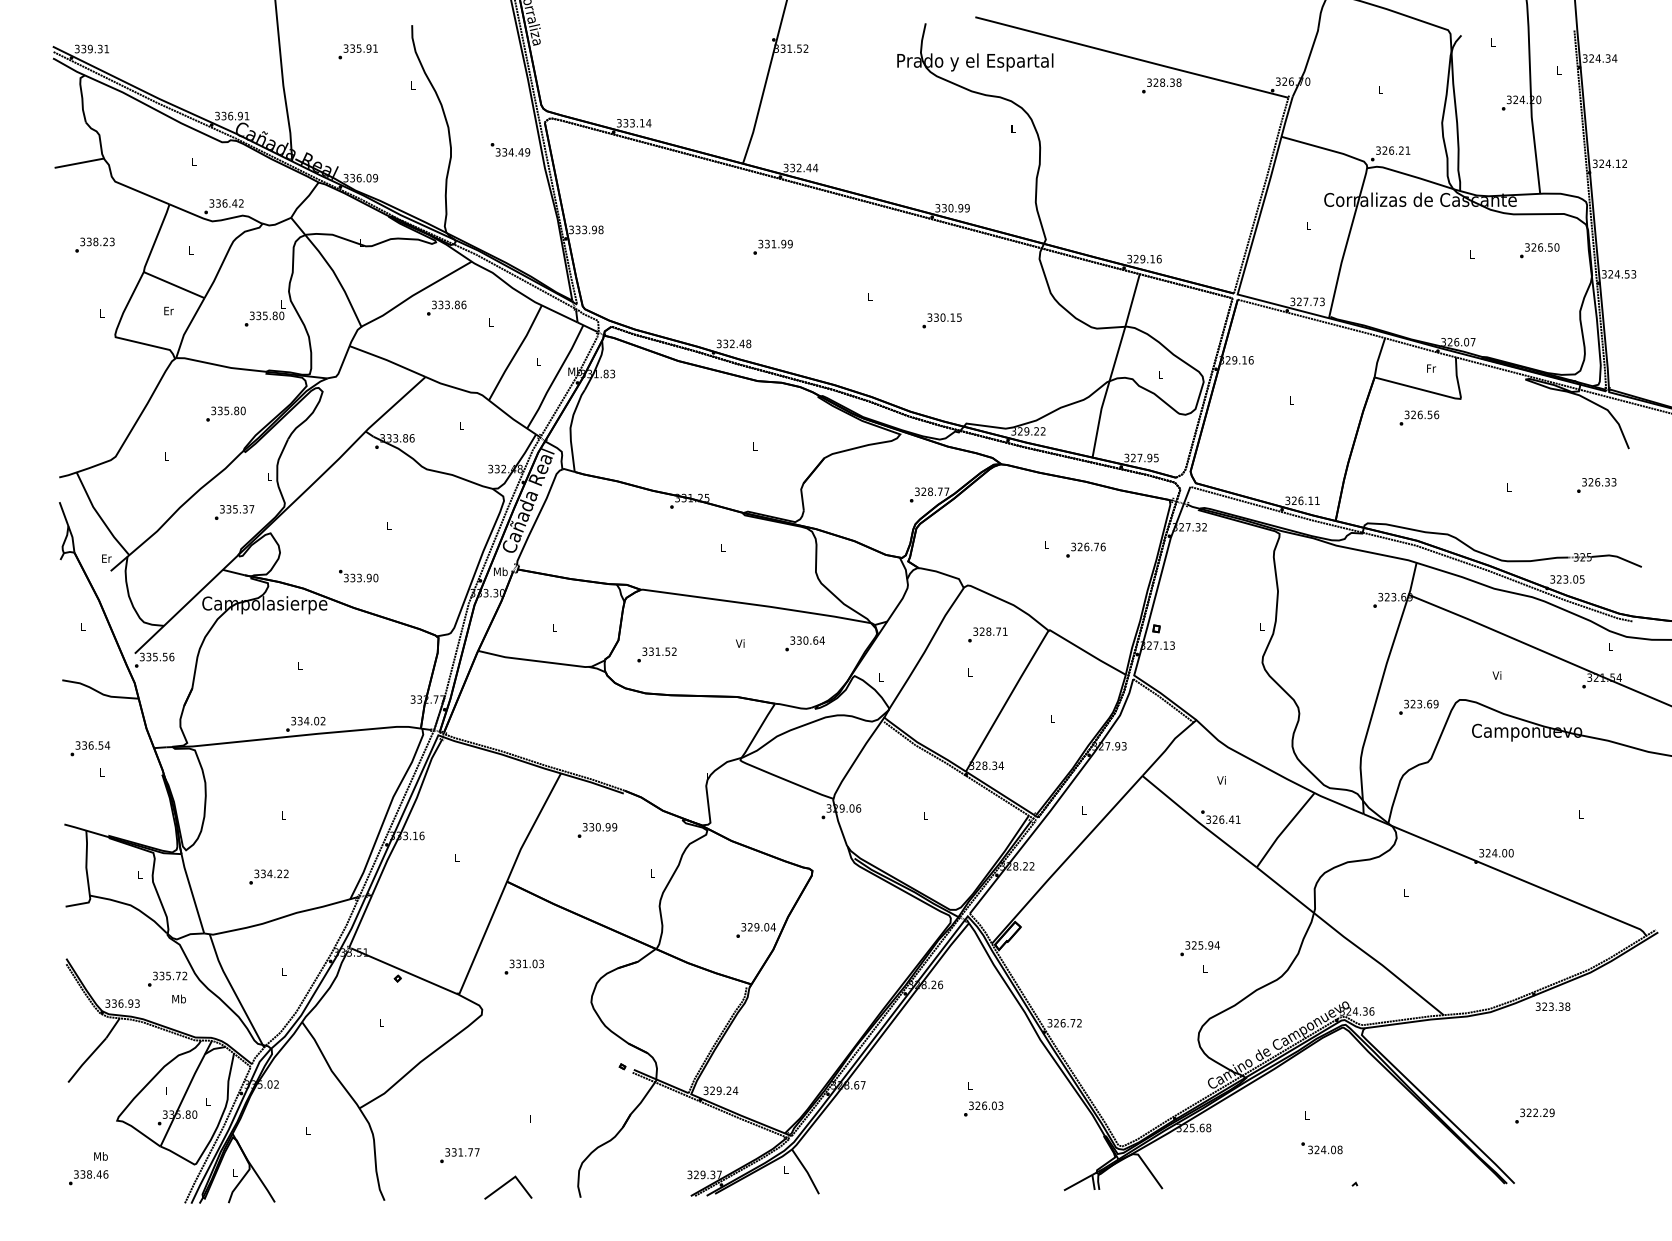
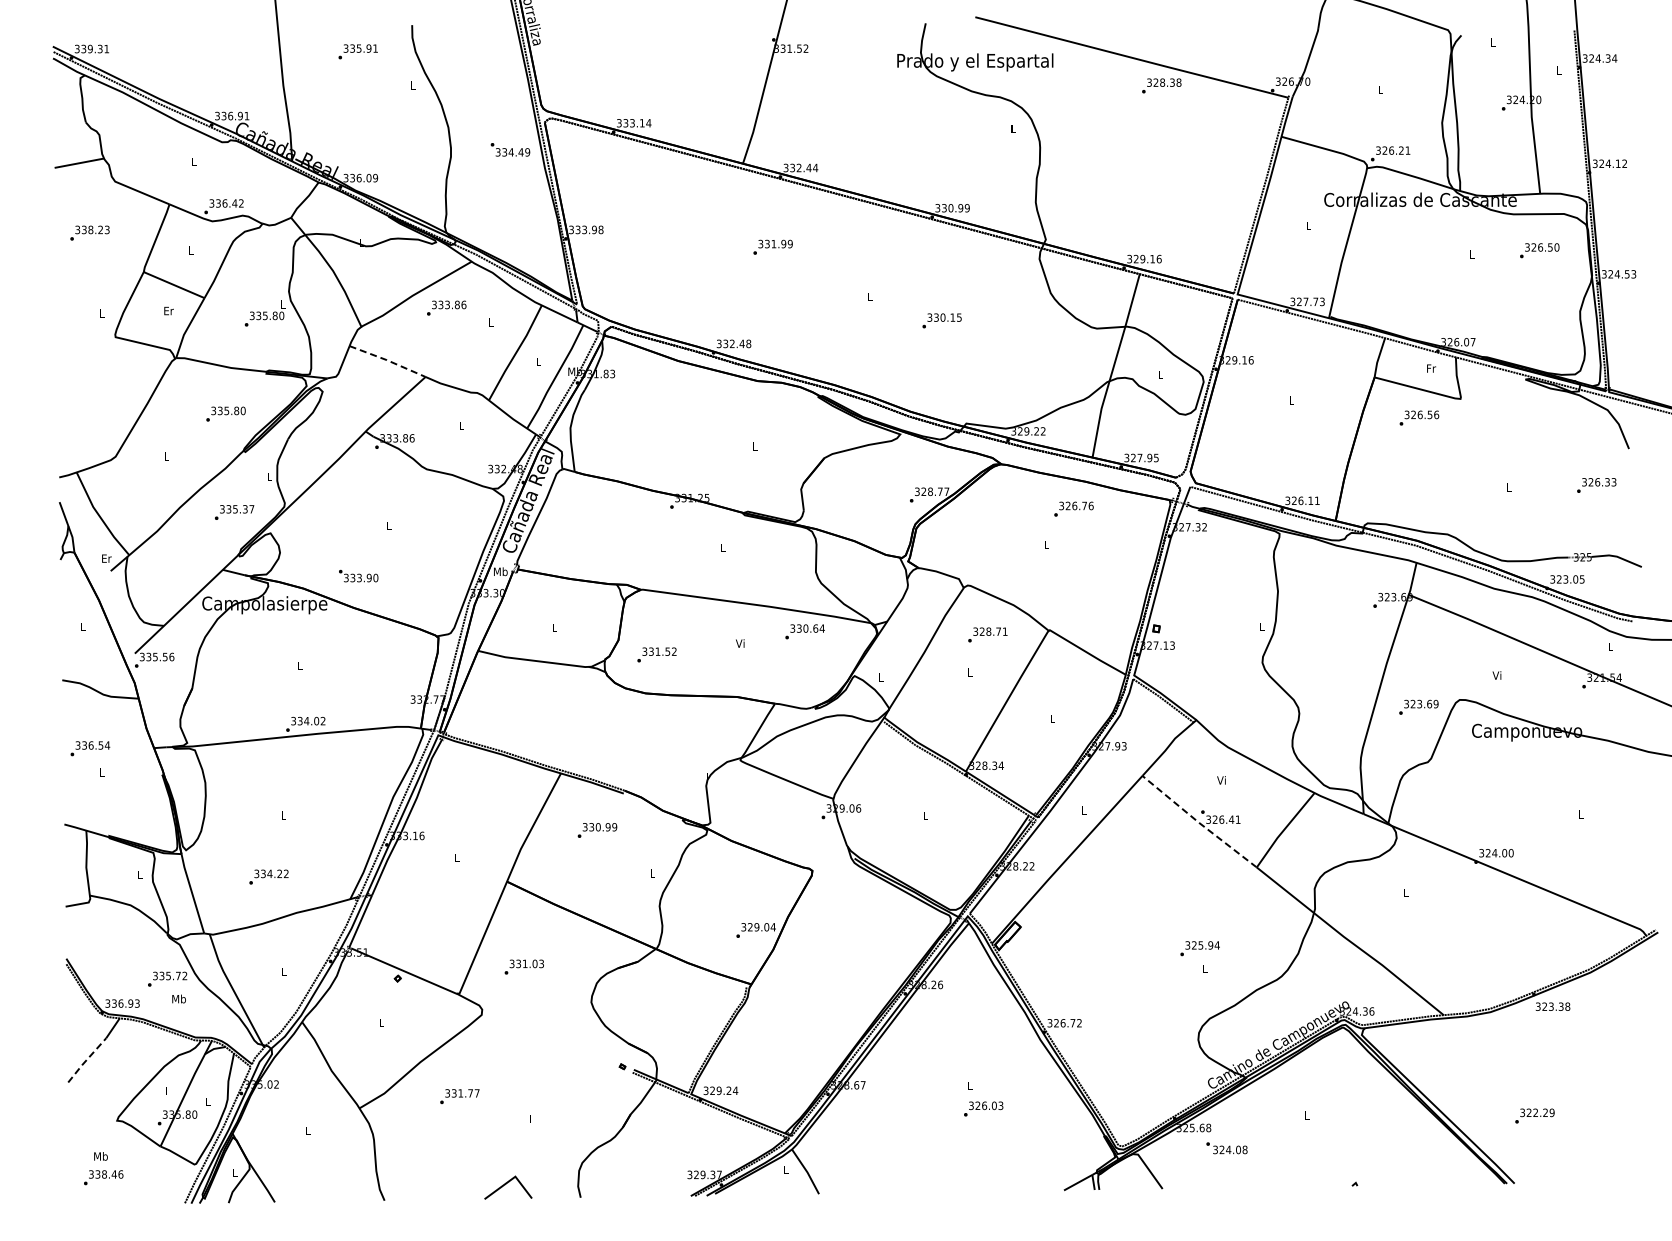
text at (94, 244) position: (94, 244) -> (89, 232)
line at (387, 360): solid -> dashed
text at (1085, 549) position: (1085, 549) -> (1073, 508)
text at (804, 643) position: (804, 643) -> (804, 631)
line at (1199, 822): solid -> dashed
line at (86, 1060): solid -> dashed
text at (1321, 1148) position: (1321, 1148) -> (1226, 1148)
text at (459, 1155) position: (459, 1155) -> (459, 1096)
text at (88, 1177) position: (88, 1177) -> (103, 1177)
